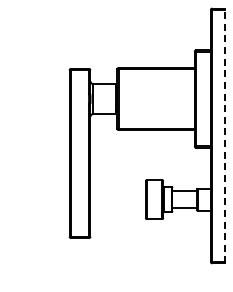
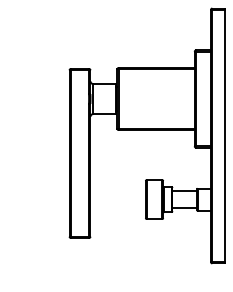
line at (225, 135): dashed -> solid
